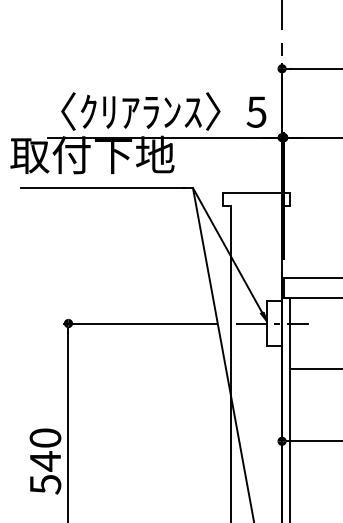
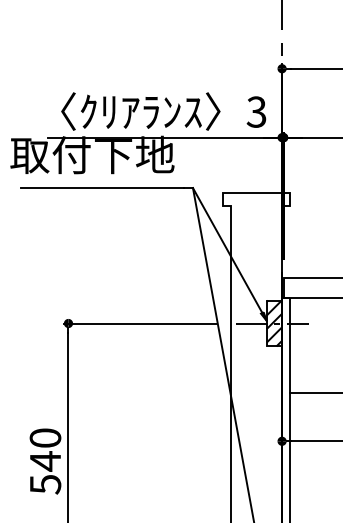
text at (256, 111): 5 -> 3
hatch at (274, 323): none -> present
line at (314, 368) position: (314, 368) -> (314, 392)
